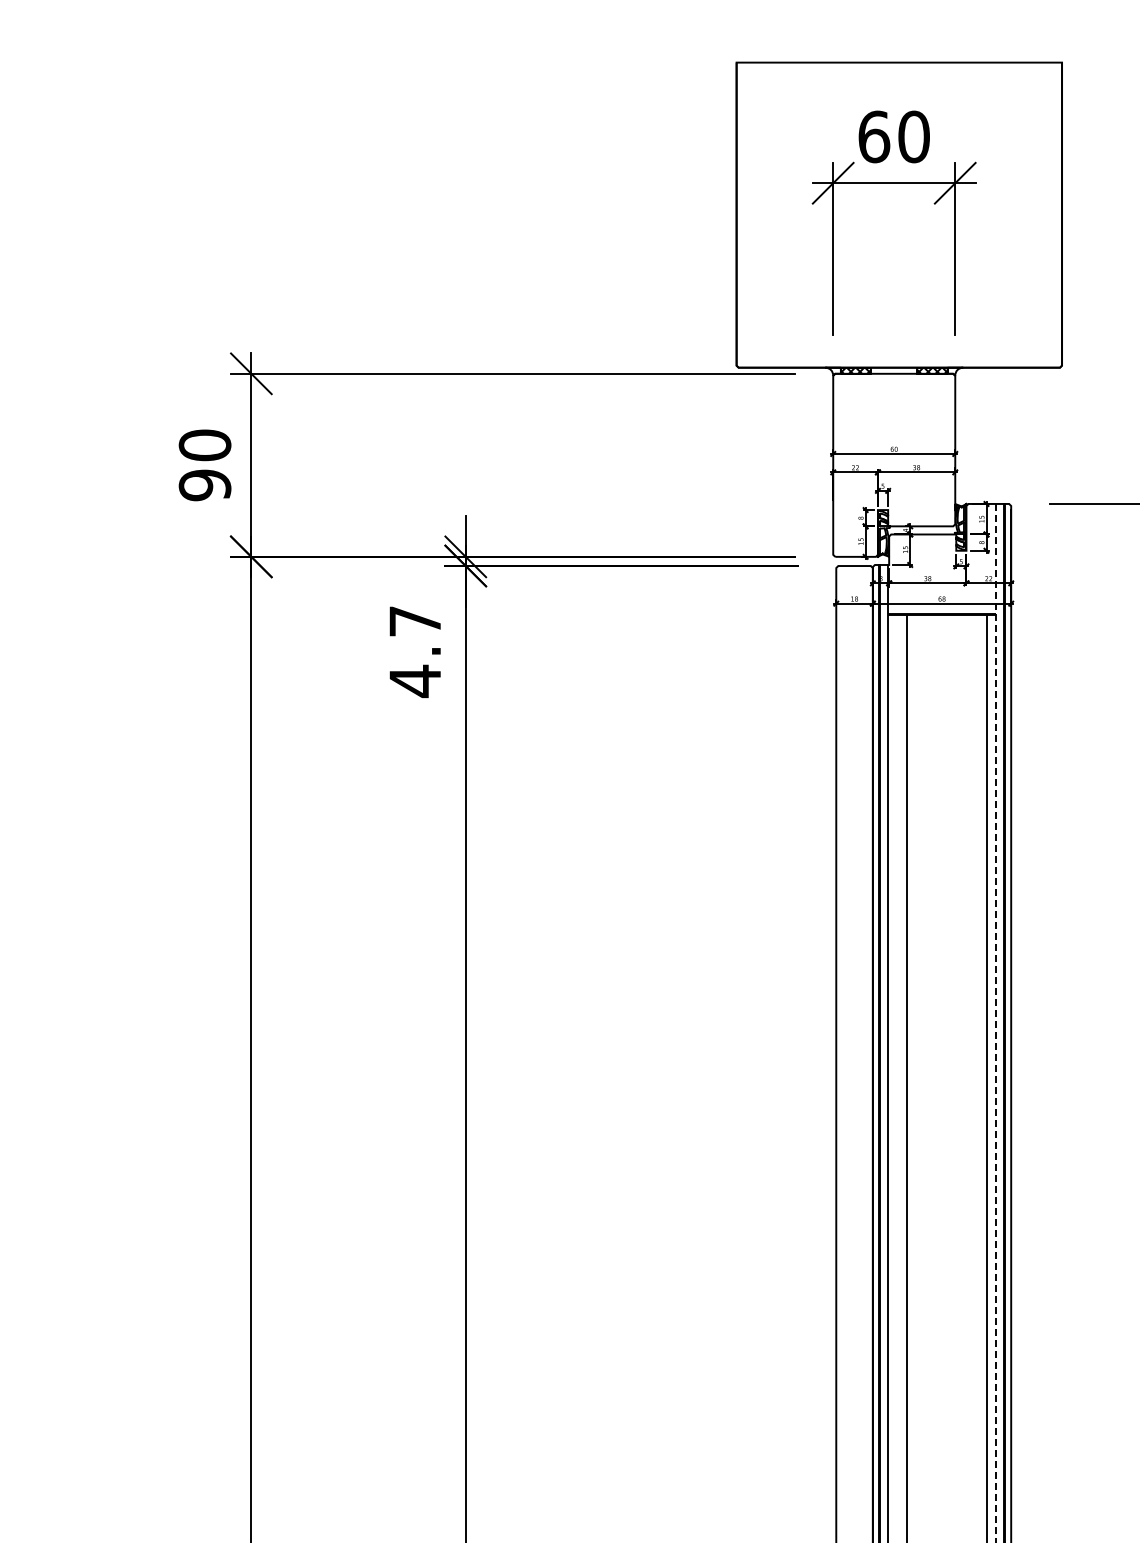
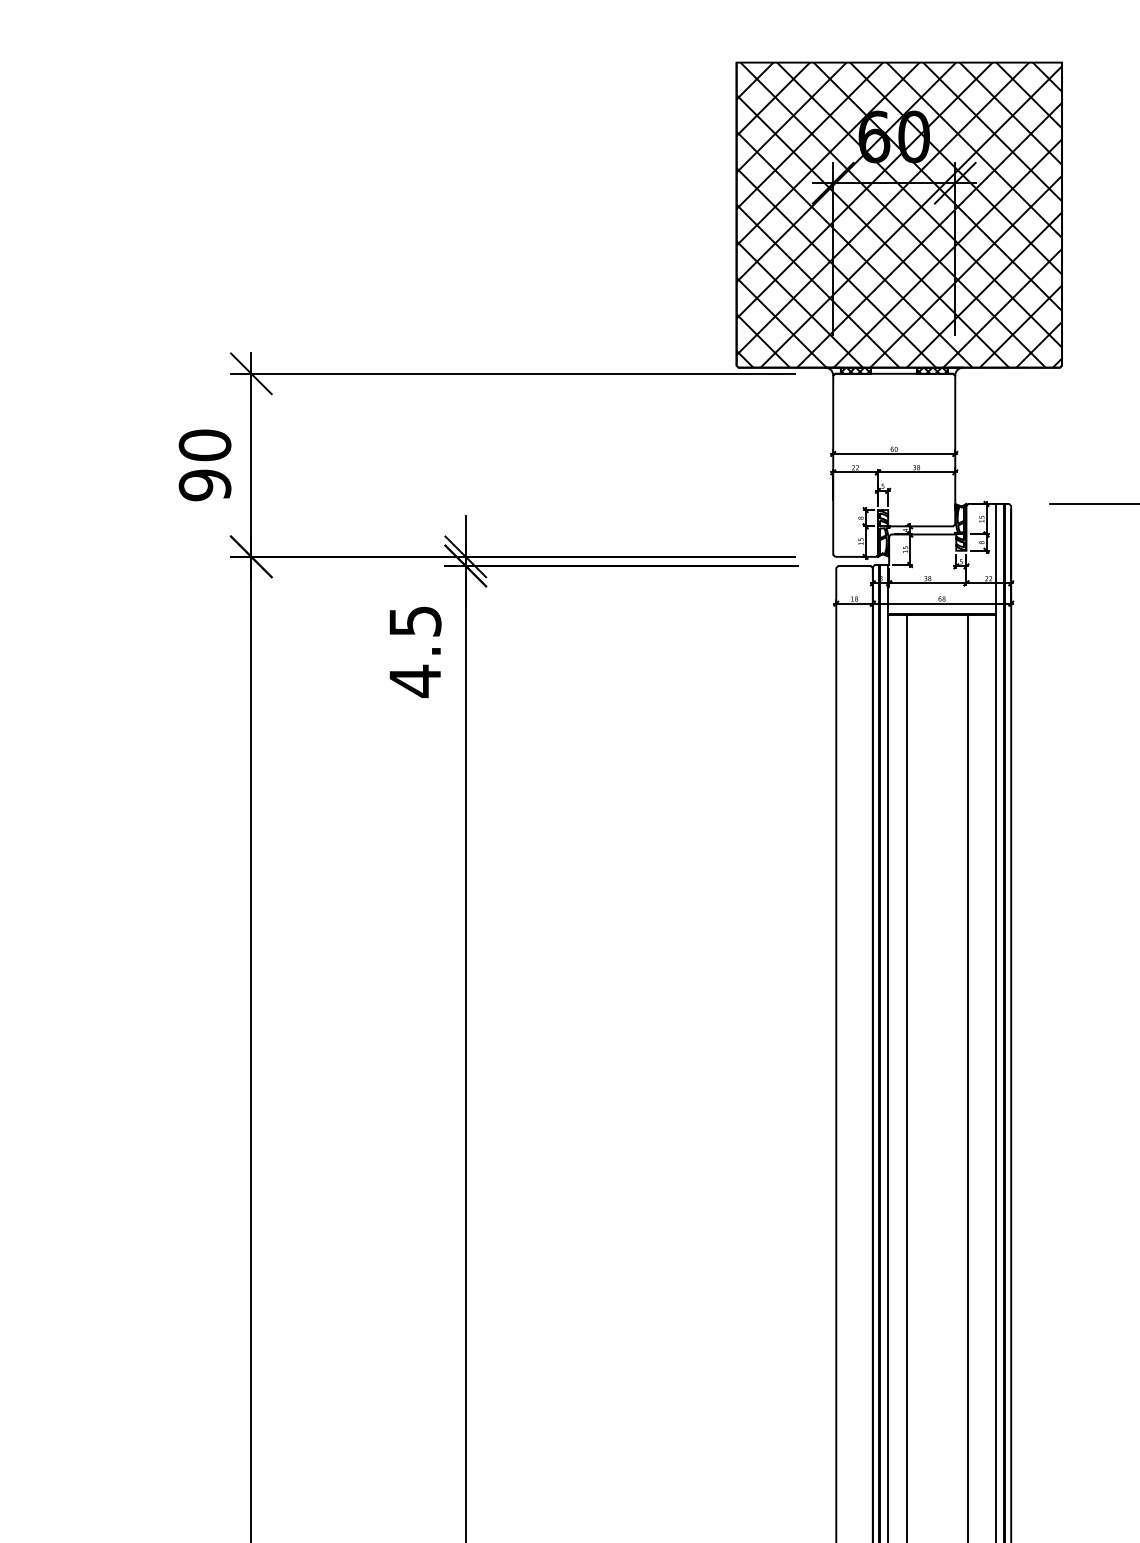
hatch at (899, 214): none -> present
text at (415, 621): 4.7 -> 4.5
line at (995, 1023): dashed -> solid
line at (987, 1076) position: (987, 1076) -> (968, 1076)
